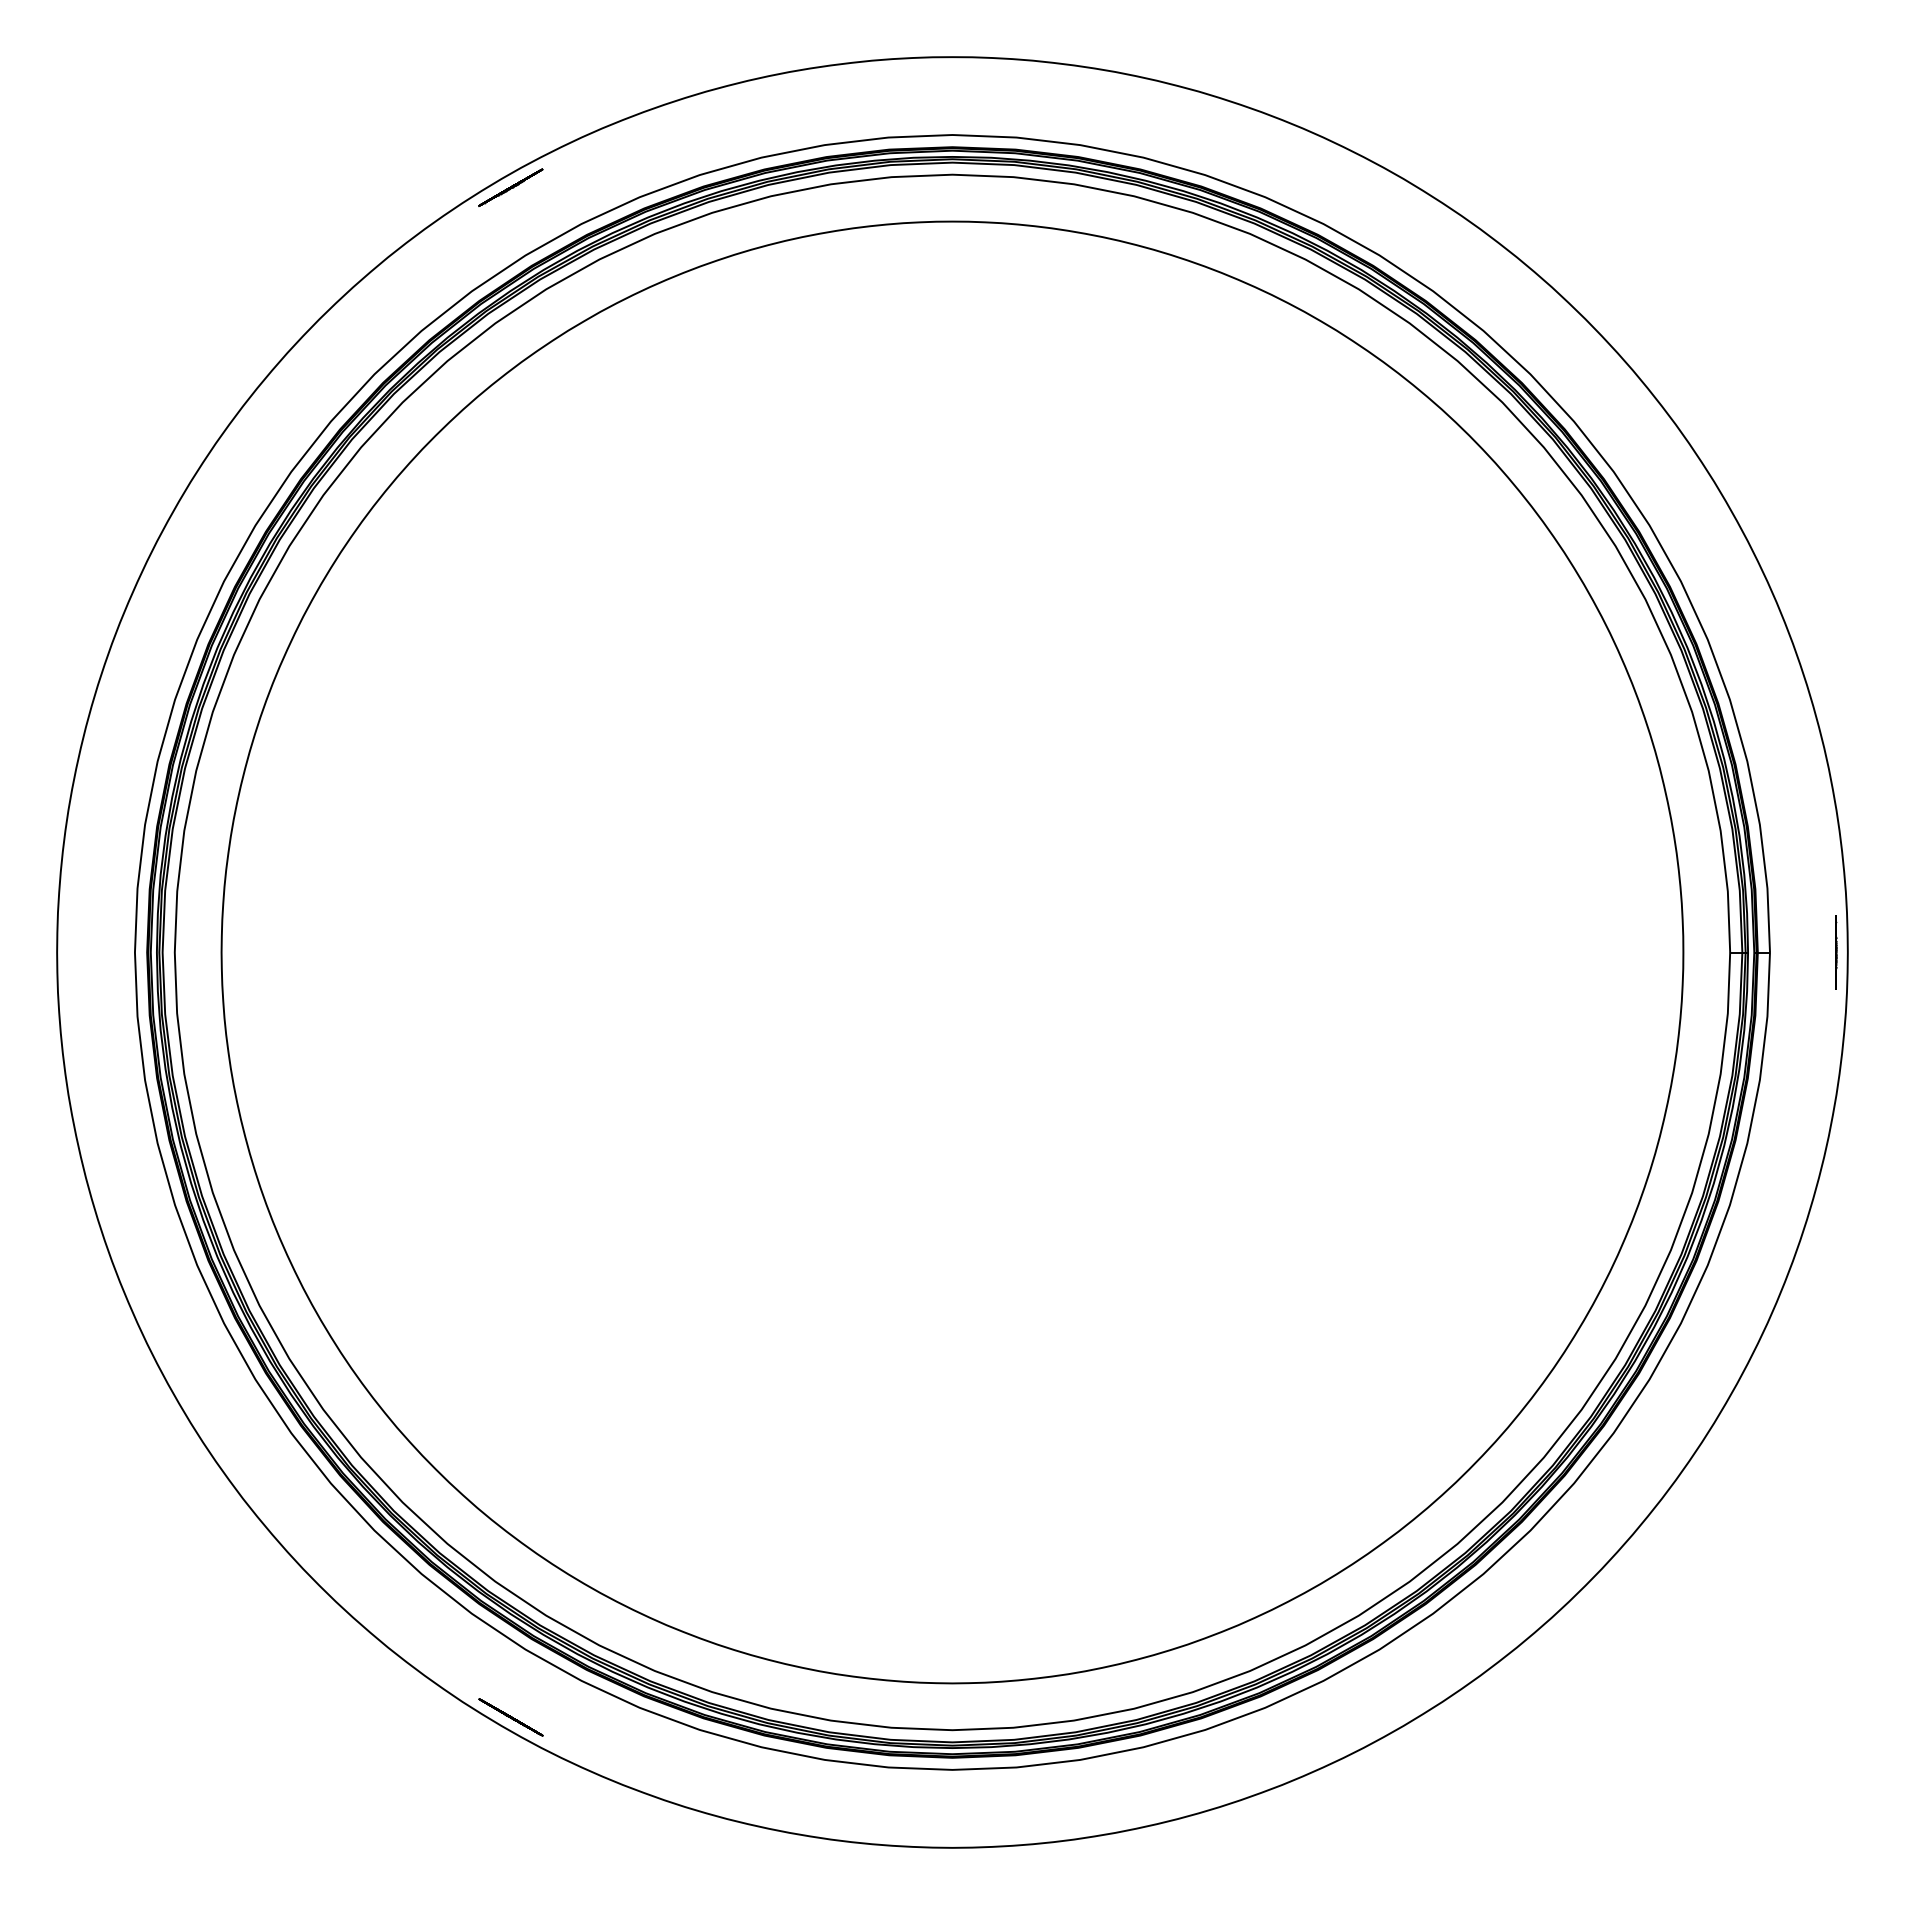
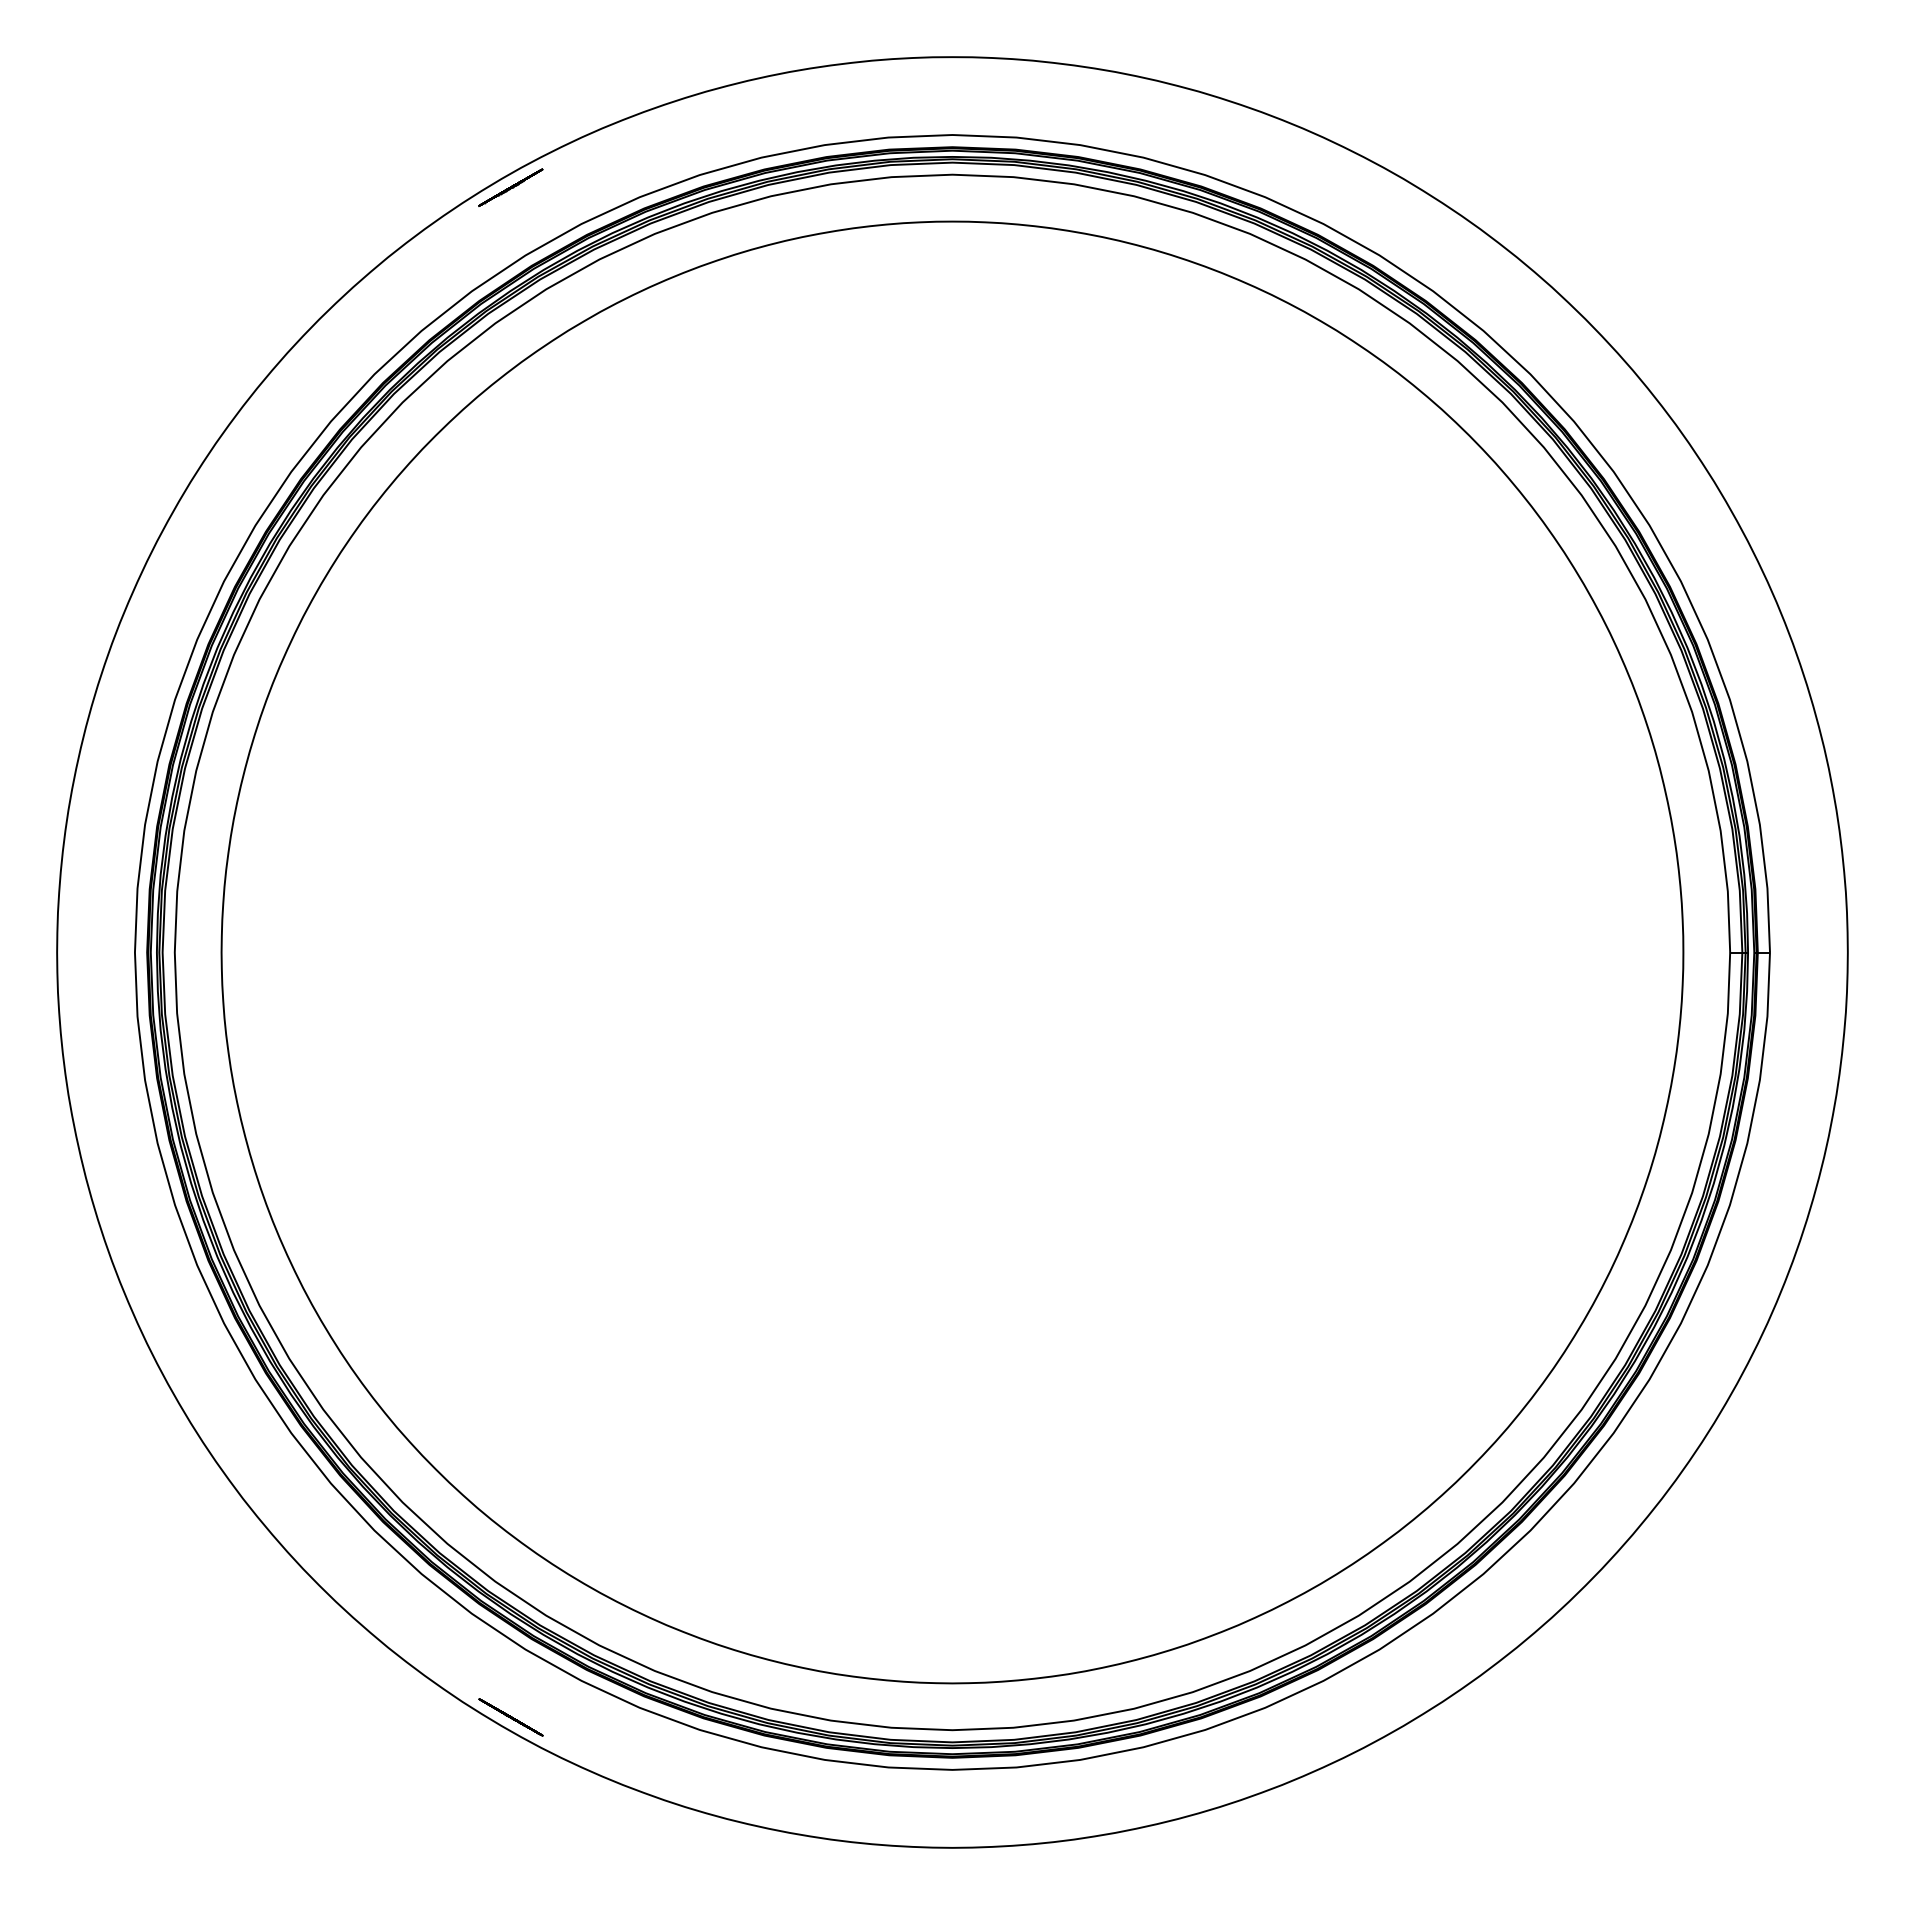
line at (1836, 952): present -> none
